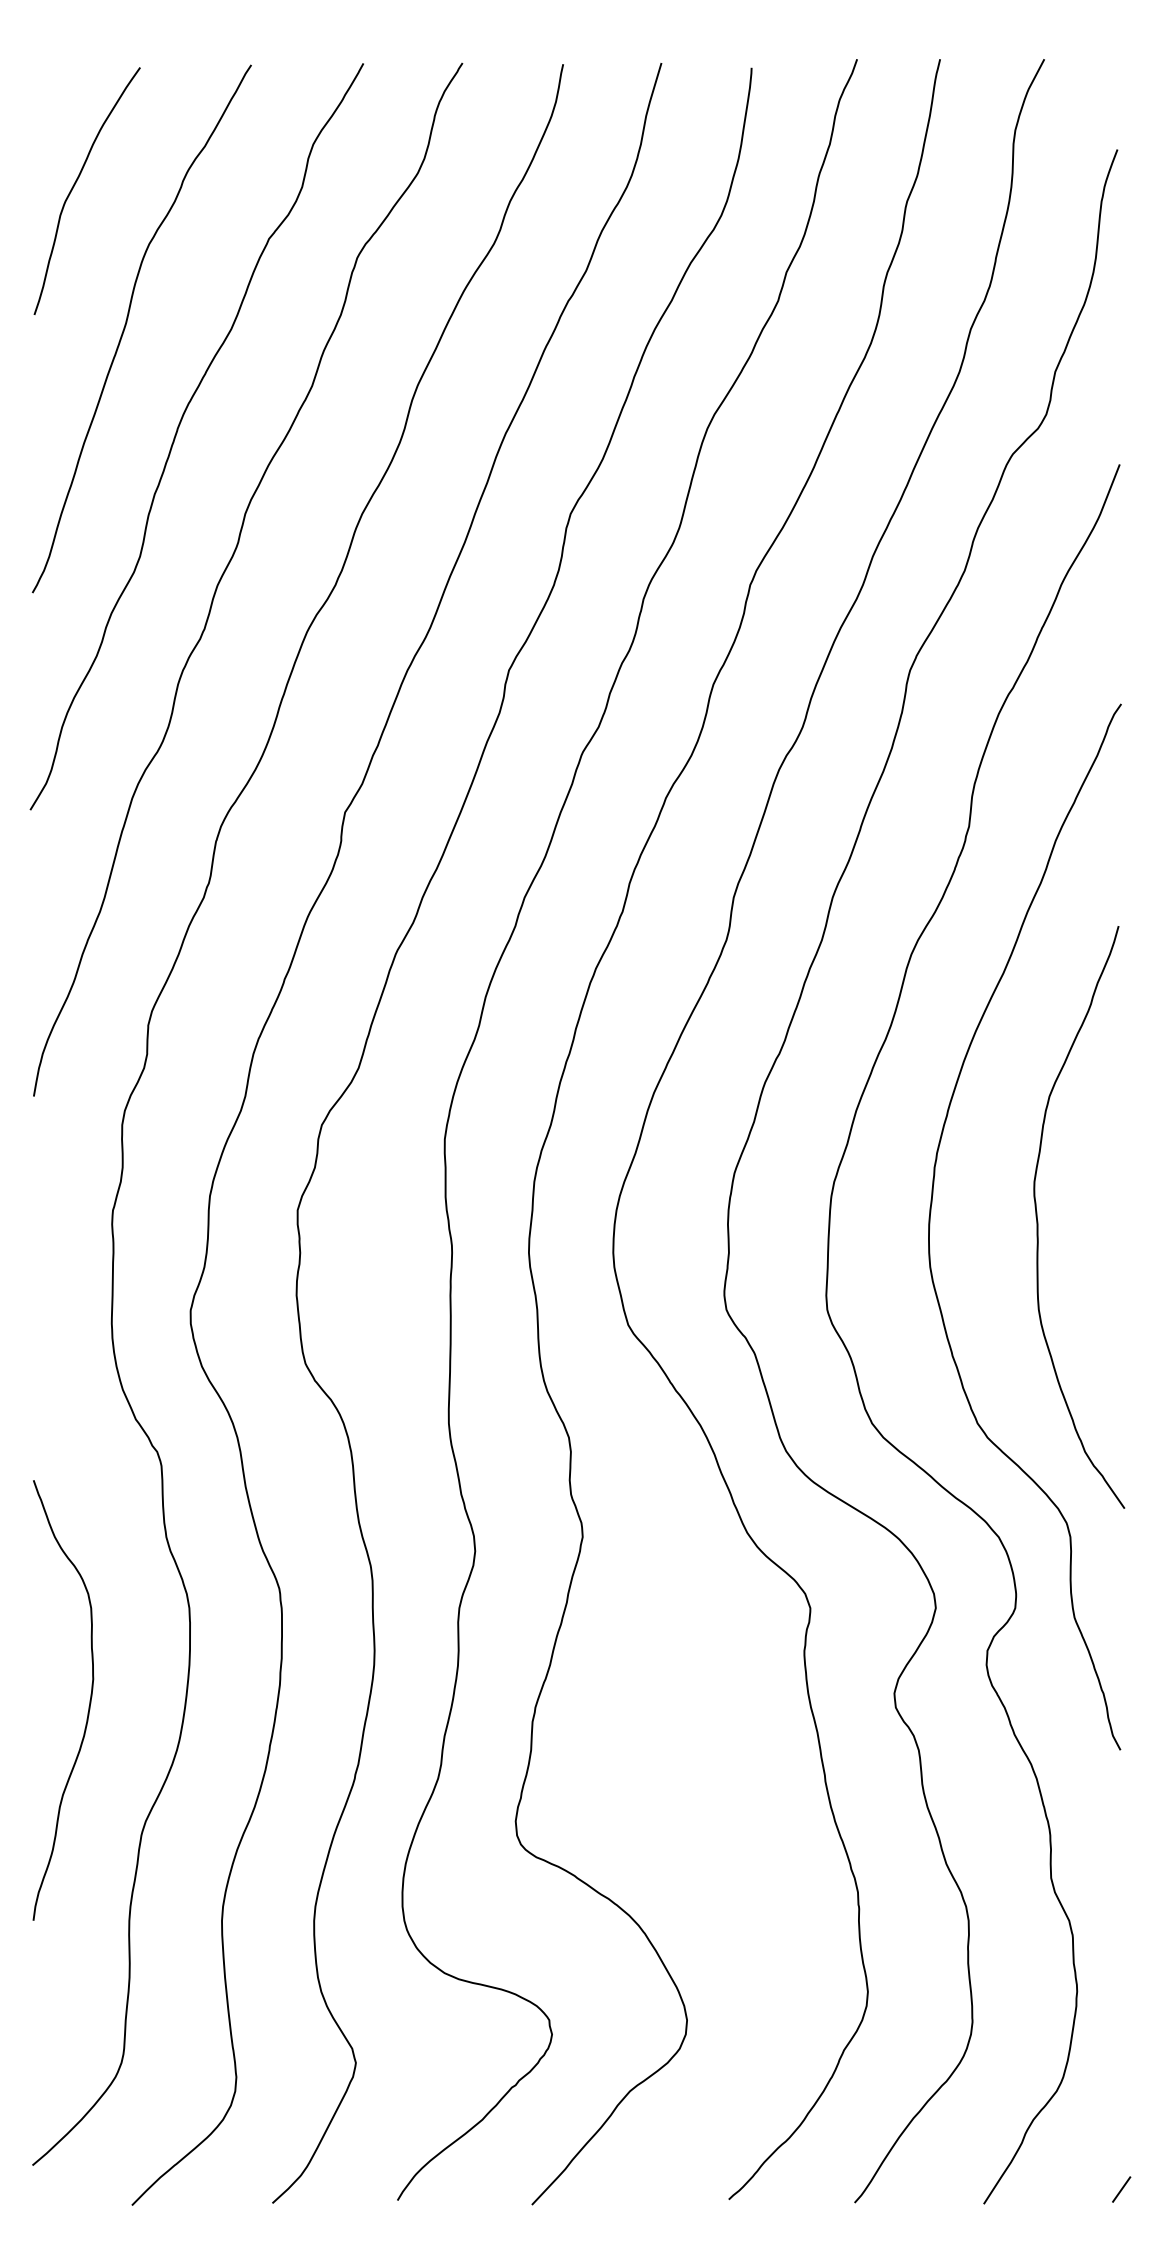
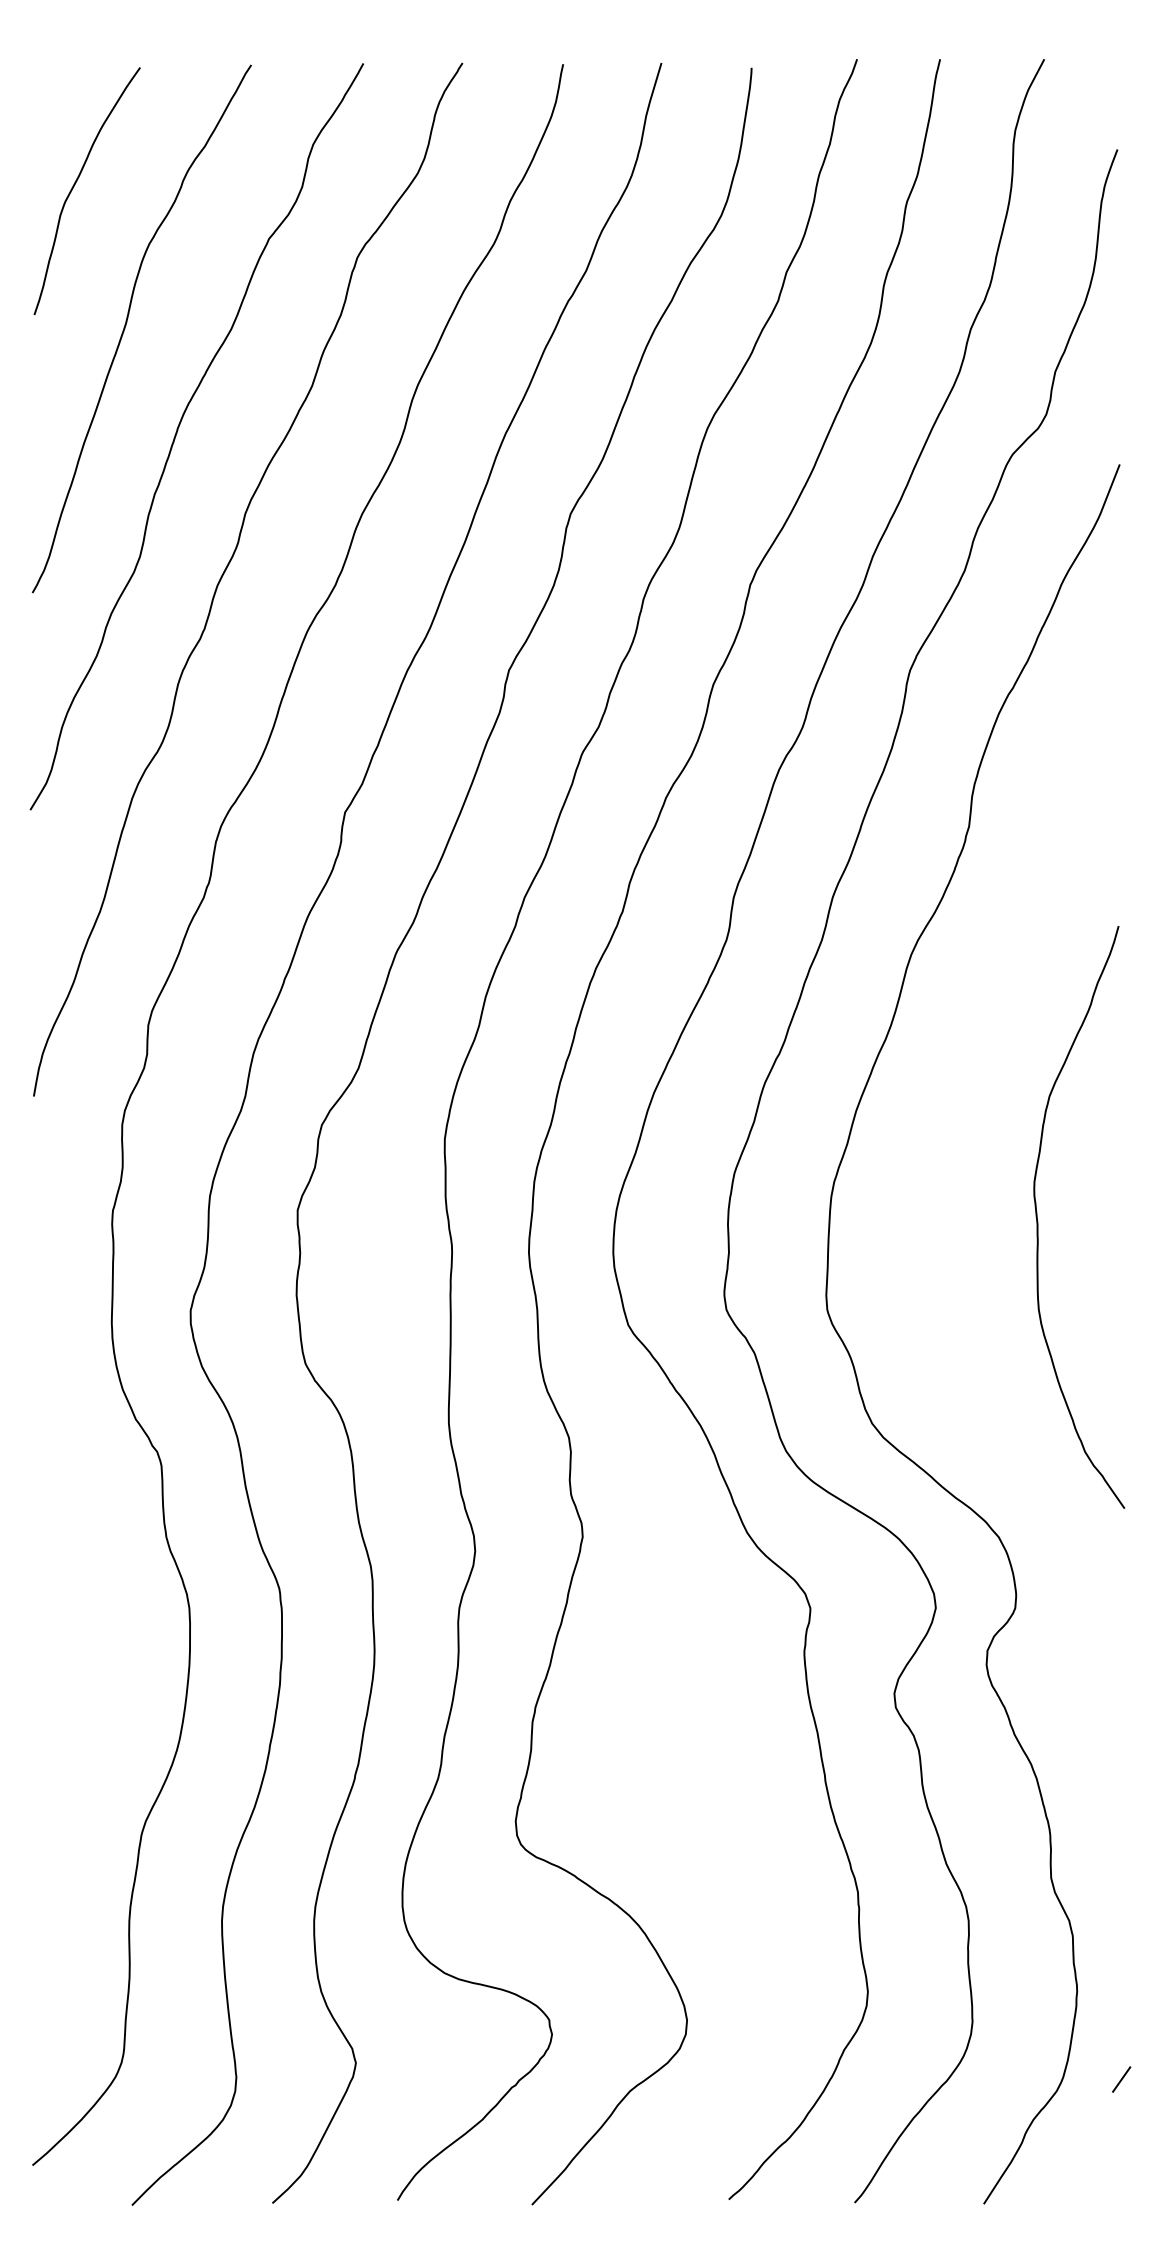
curve at (930, 1226): present -> none
curve at (88, 1706): present -> none
line at (1121, 2189) position: (1121, 2189) -> (1121, 2079)
